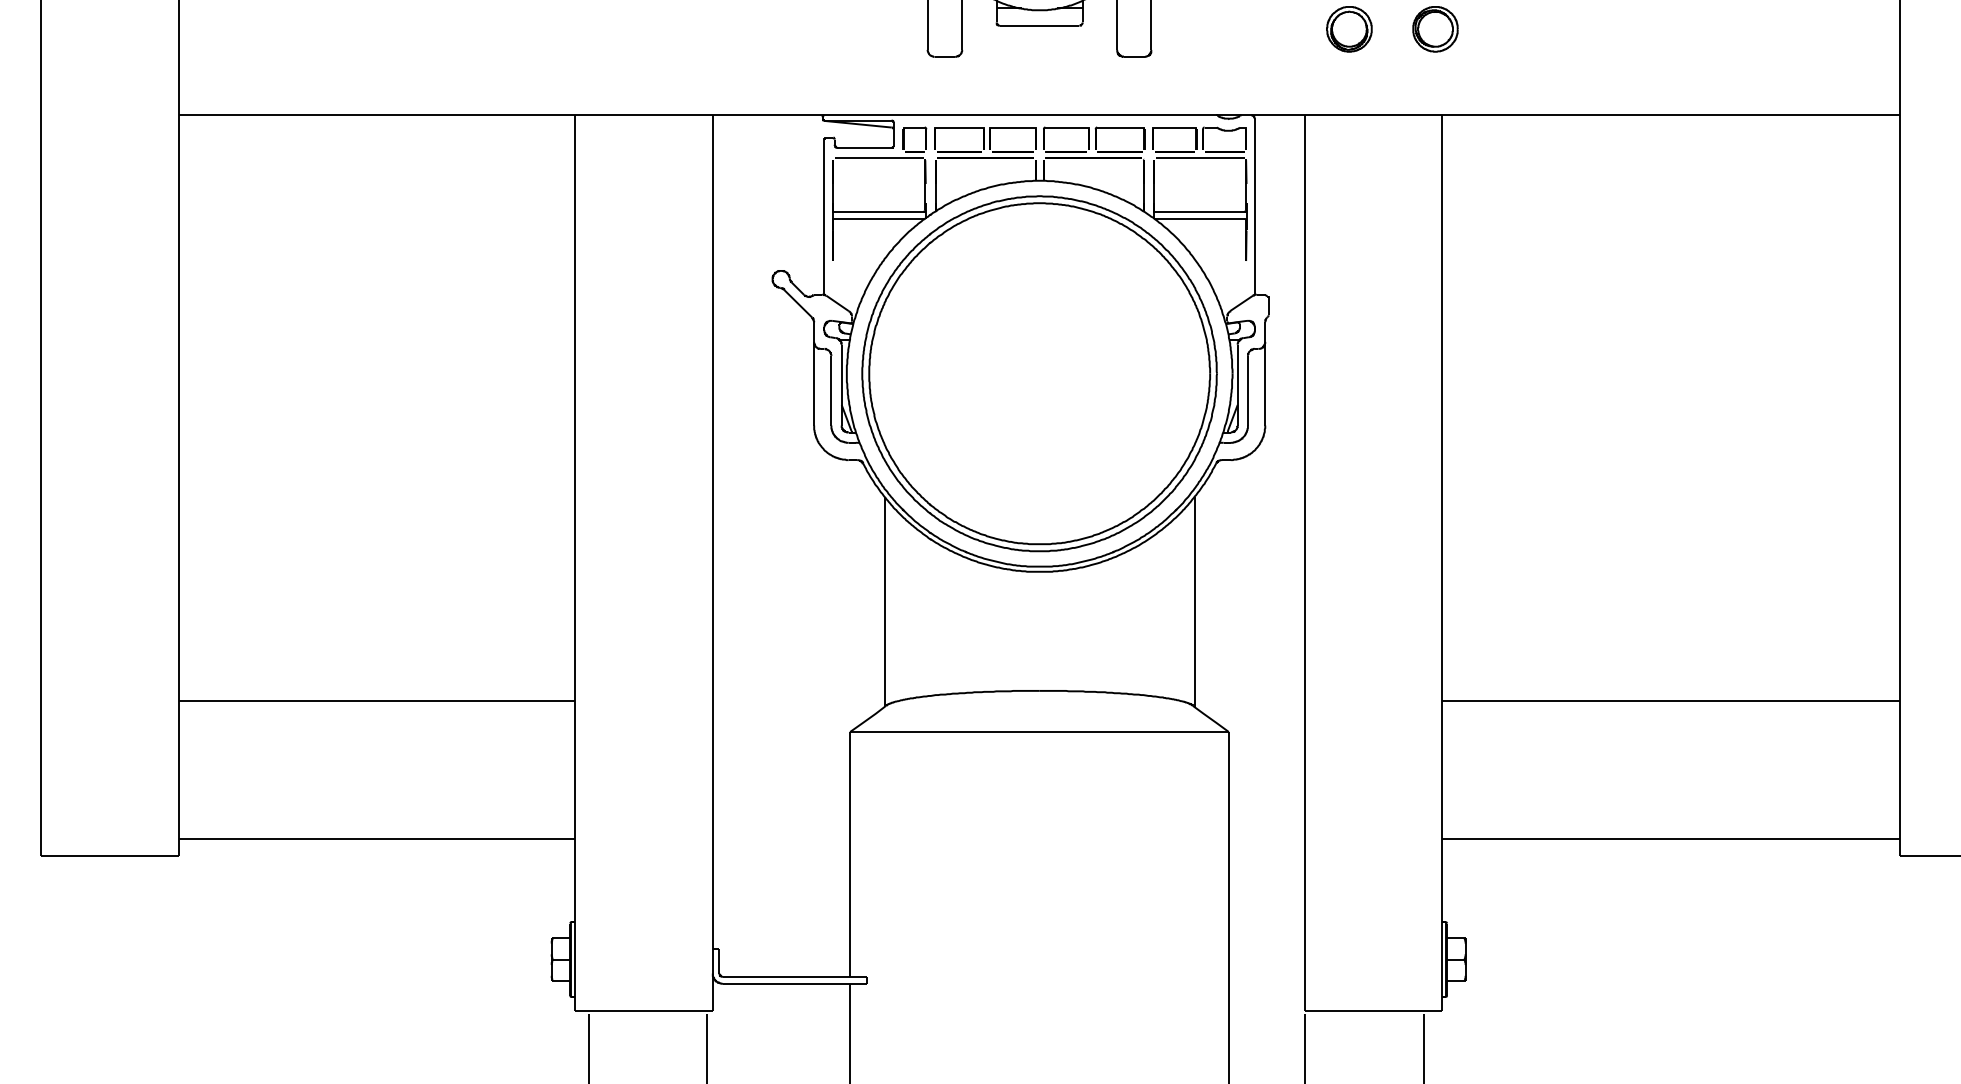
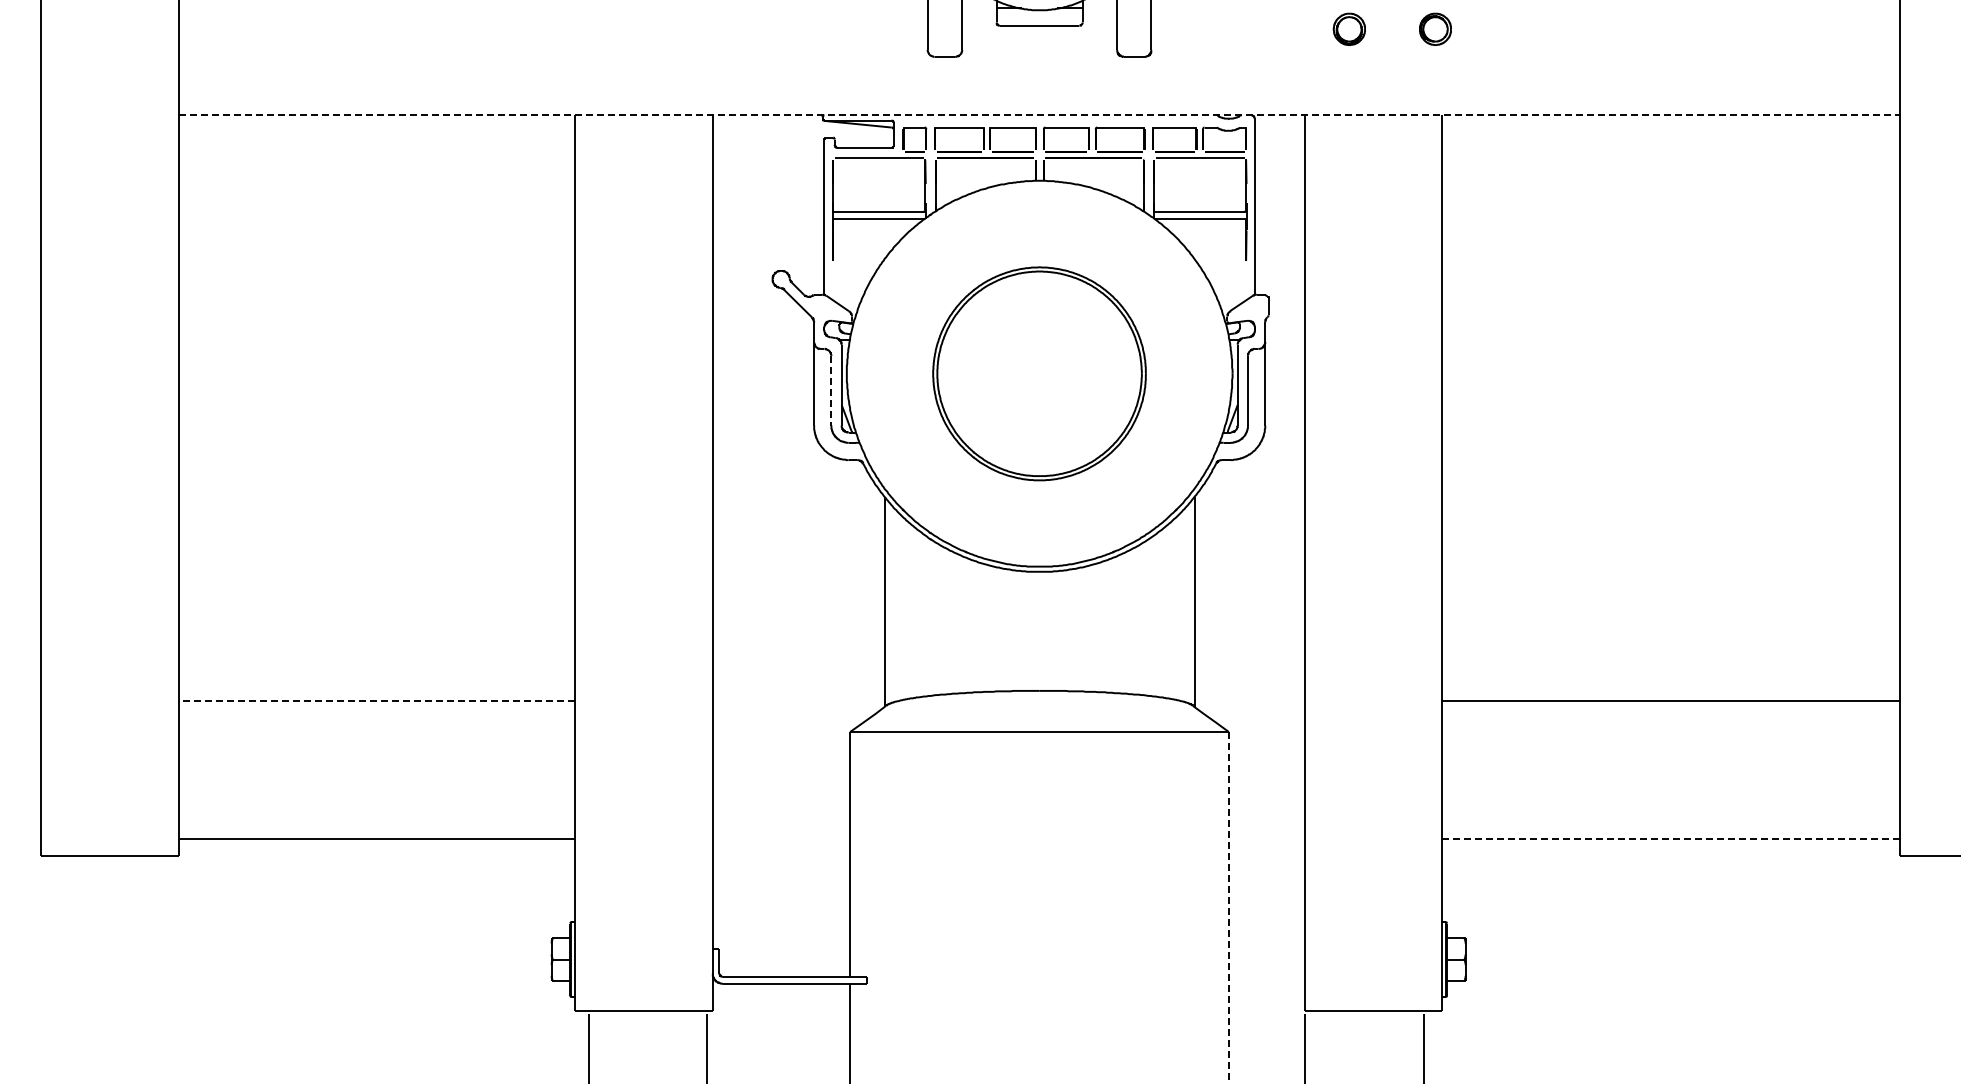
part at (1349, 29) size: 47x47 px -> 34x34 px
part at (1435, 29) size: 47x47 px -> 33x34 px
line at (1039, 115): solid -> dashed
part at (1039, 373) size: 357x358 px -> 215x216 px
line at (831, 390): solid -> dashed
line at (377, 701): solid -> dashed
line at (1670, 838): solid -> dashed
line at (1228, 907): solid -> dashed
